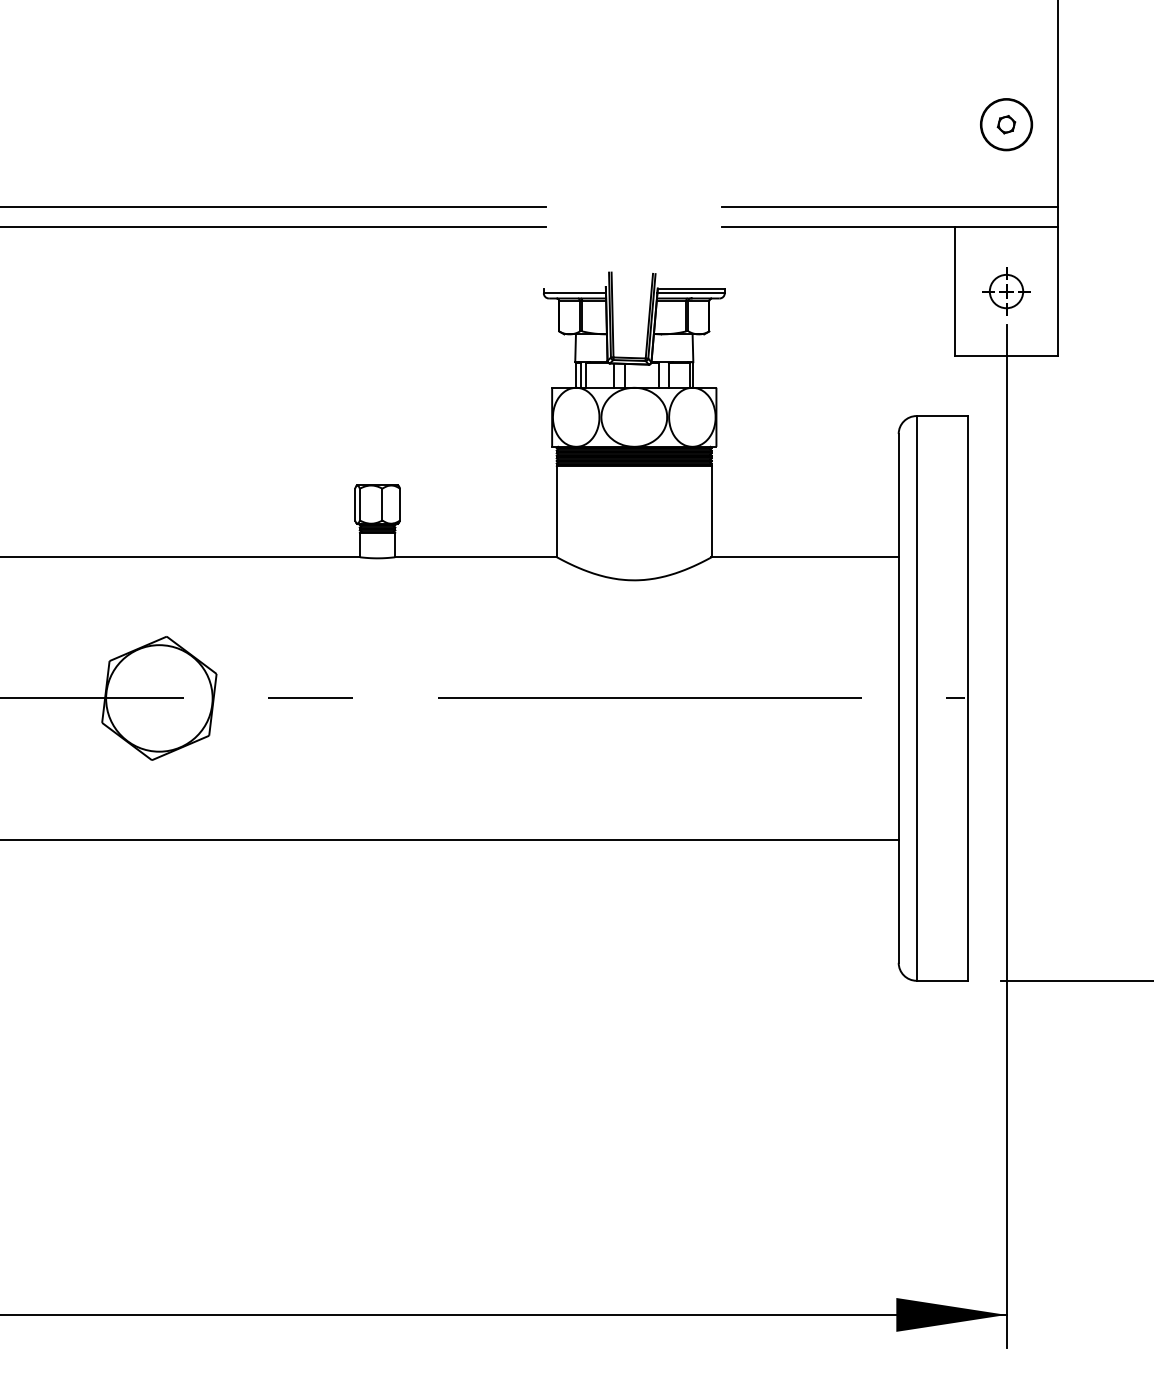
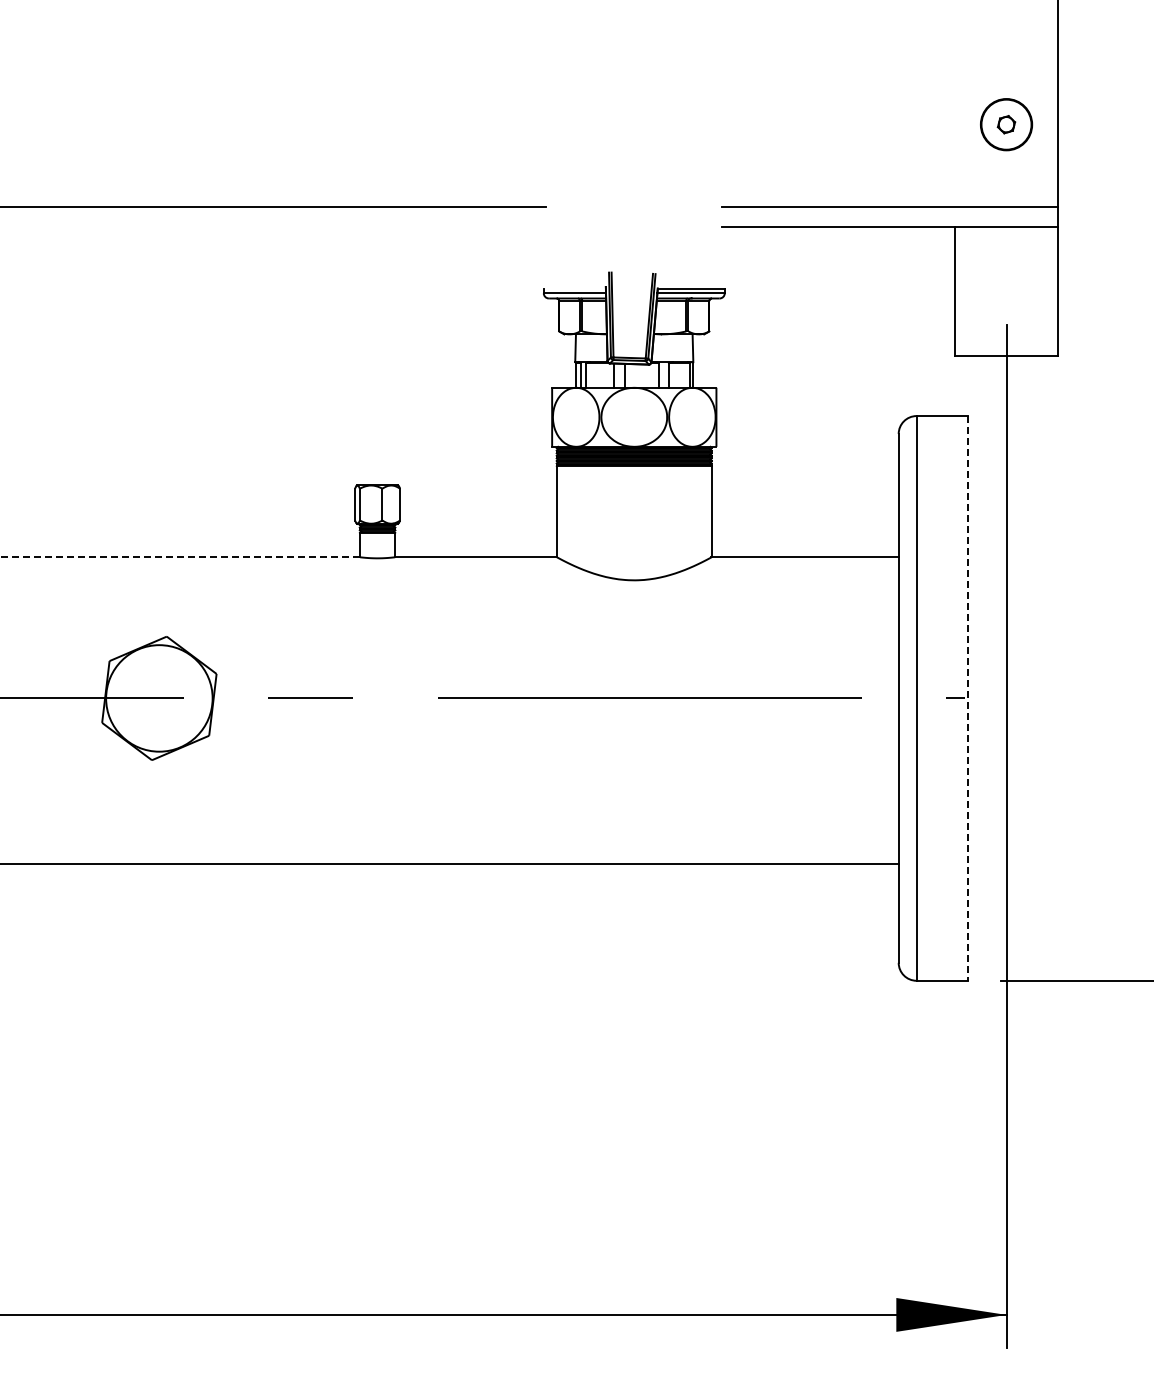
line at (274, 227): present -> none
part at (1006, 291): present -> none
line at (180, 557): solid -> dashed
line at (968, 698): solid -> dashed
line at (450, 839) position: (450, 839) -> (450, 863)
